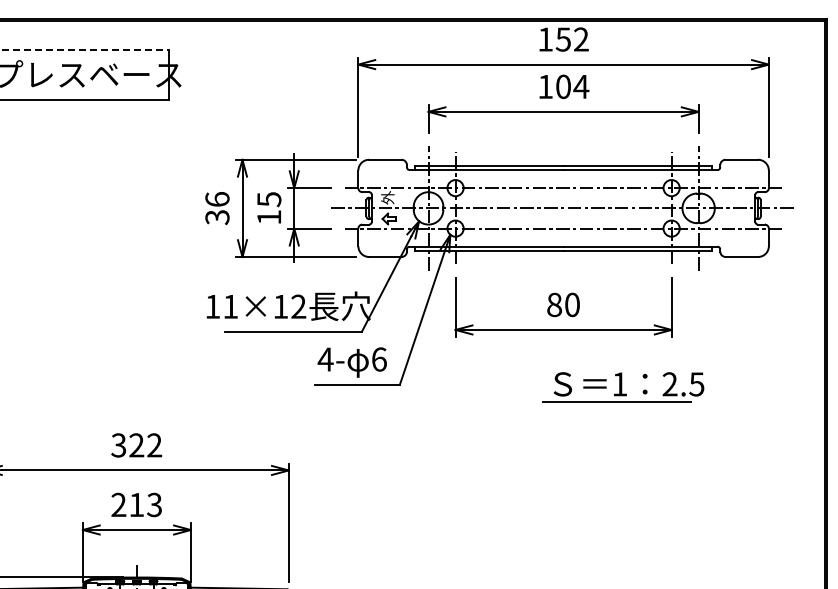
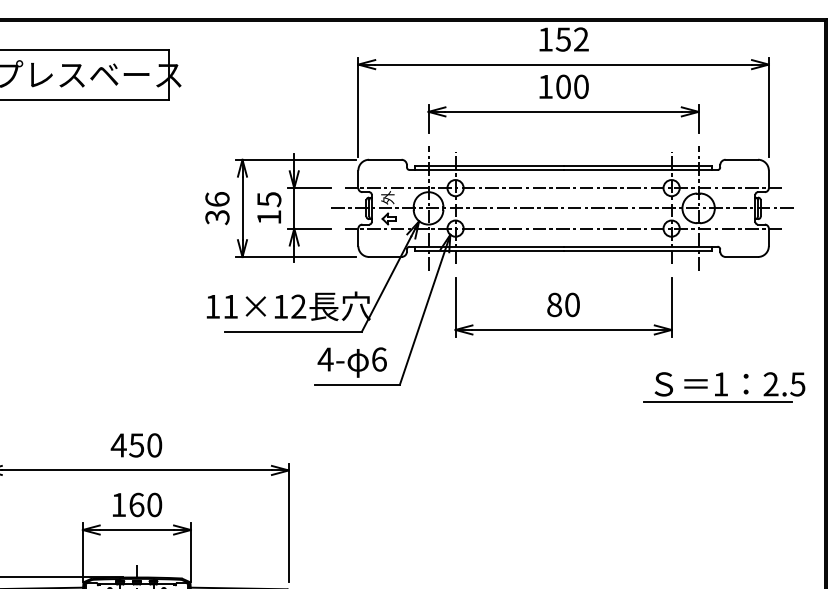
line at (85, 49): dashed -> solid
text at (581, 86): 104 -> 100
part at (623, 387) position: (623, 387) -> (724, 387)
text at (136, 445): 322 -> 450
text at (136, 504): 213 -> 160
